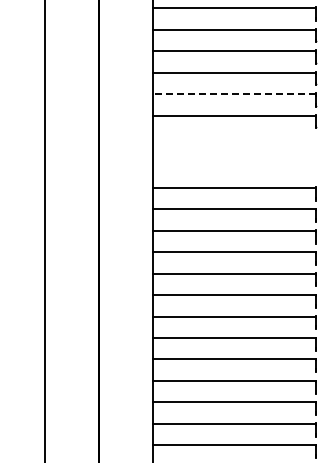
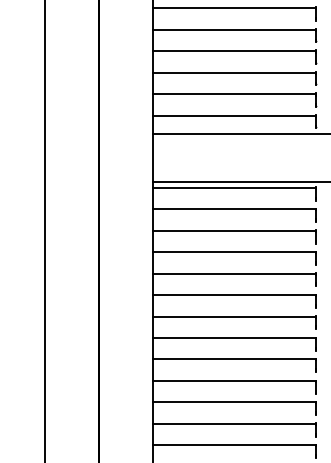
line at (234, 94): dashed -> solid
line at (239, 133): none -> present
line at (239, 181): none -> present
